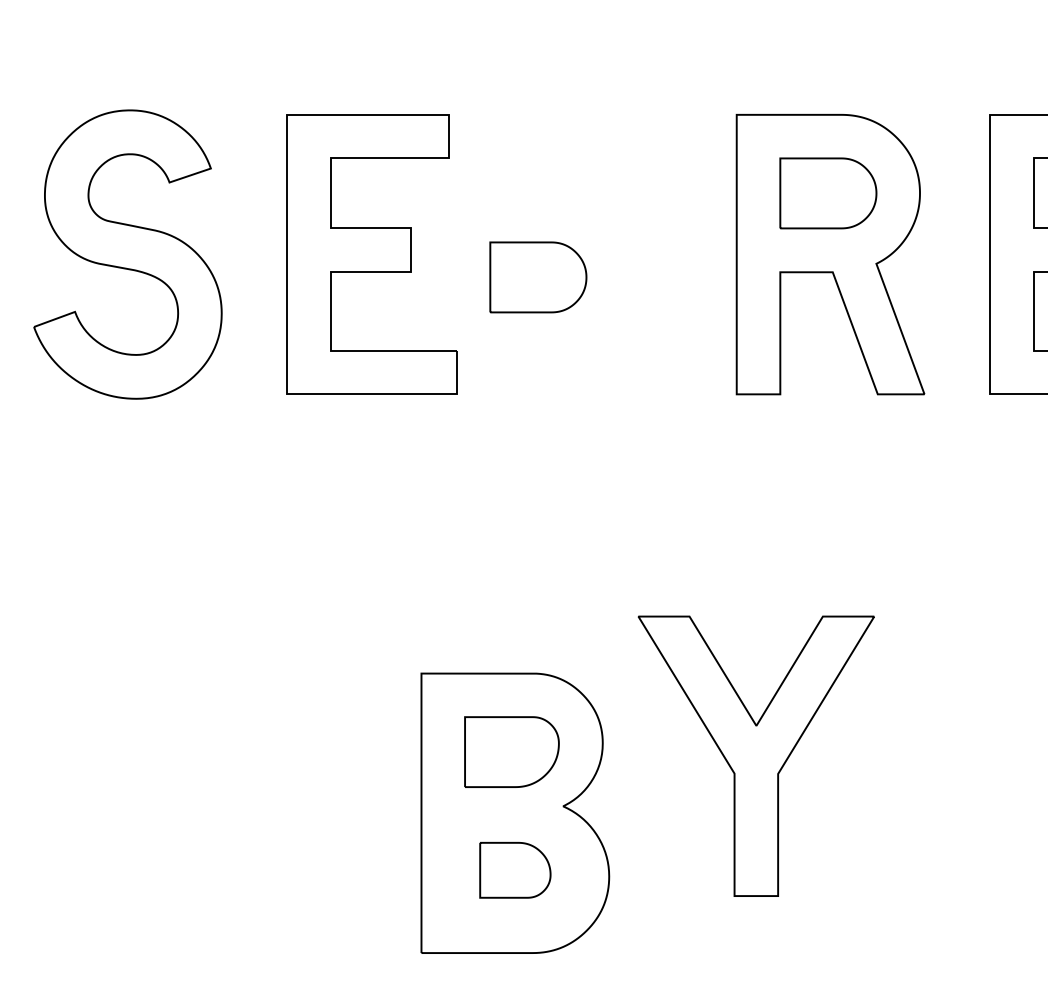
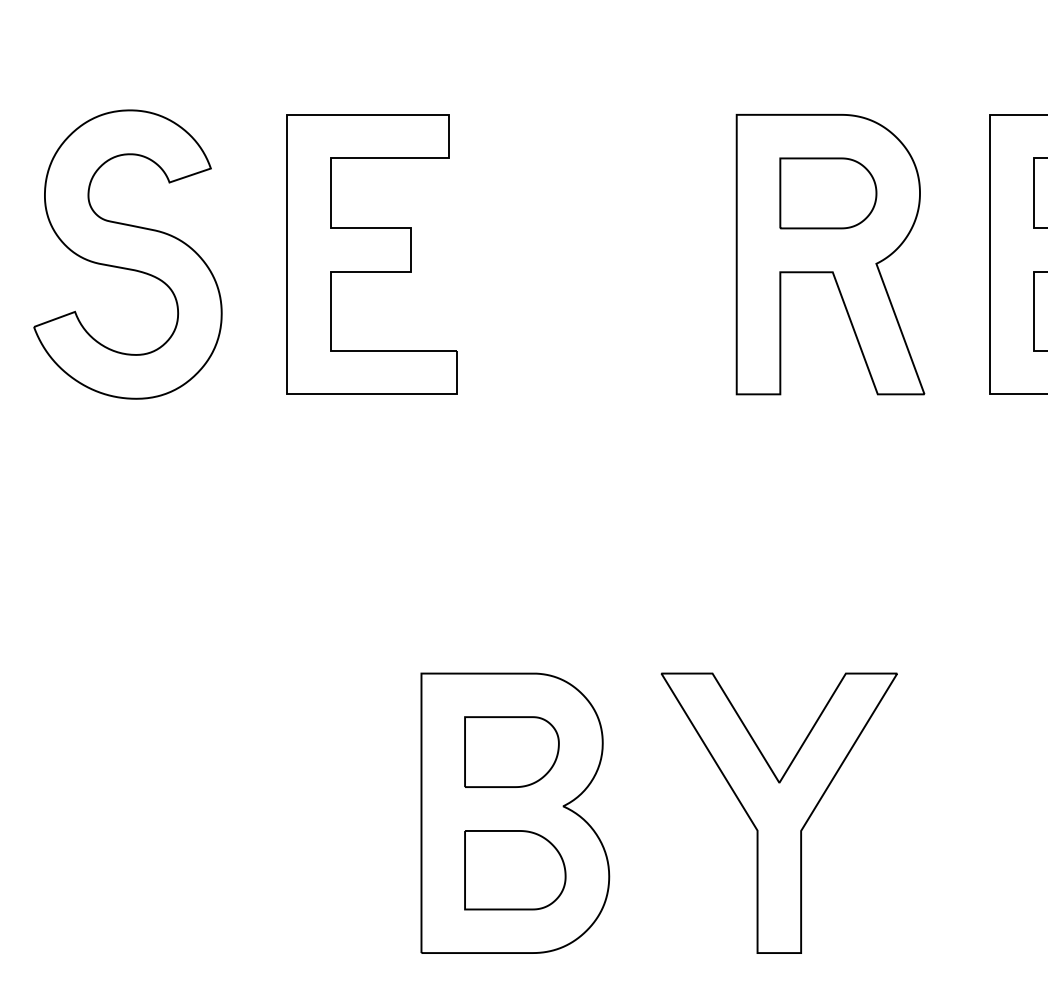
part at (538, 277): present -> none
part at (755, 755) position: (755, 755) -> (778, 812)
part at (515, 870) size: 73x57 px -> 103x81 px
